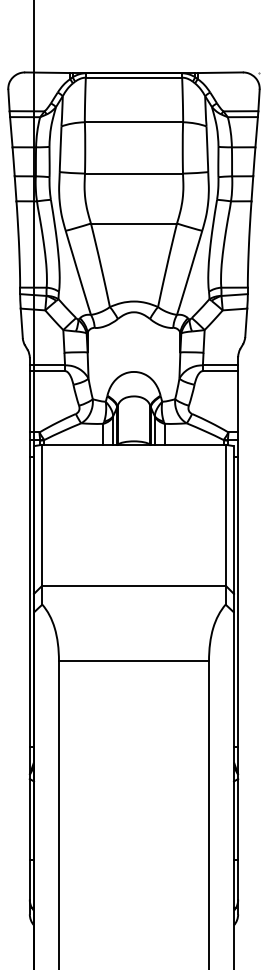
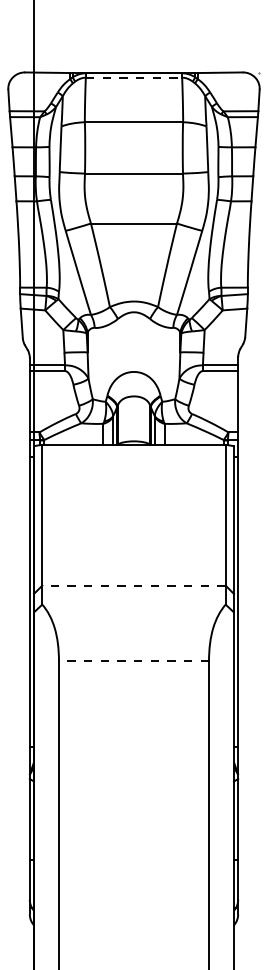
line at (134, 77): solid -> dashed
line at (134, 585): solid -> dashed
line at (133, 661): solid -> dashed
